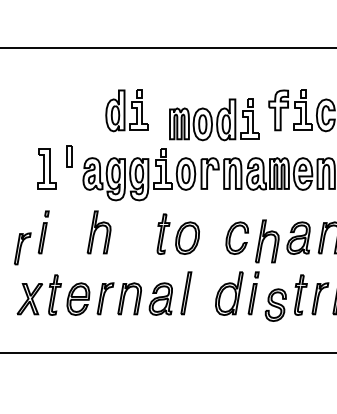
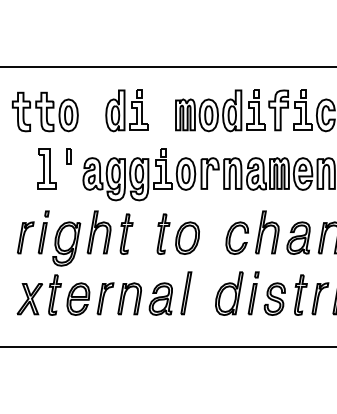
line at (167, 48) position: (167, 48) -> (167, 67)
part at (44, 111): none -> present
part at (214, 119) position: (214, 119) -> (220, 110)
part at (69, 156) size: 7x23 px -> 6x17 px
part at (126, 233): none -> present
part at (267, 241) position: (267, 241) -> (267, 232)
part at (66, 243): none -> present
part at (22, 248) position: (22, 248) -> (25, 237)
part at (275, 304) position: (275, 304) -> (274, 298)
line at (167, 352) position: (167, 352) -> (167, 346)
